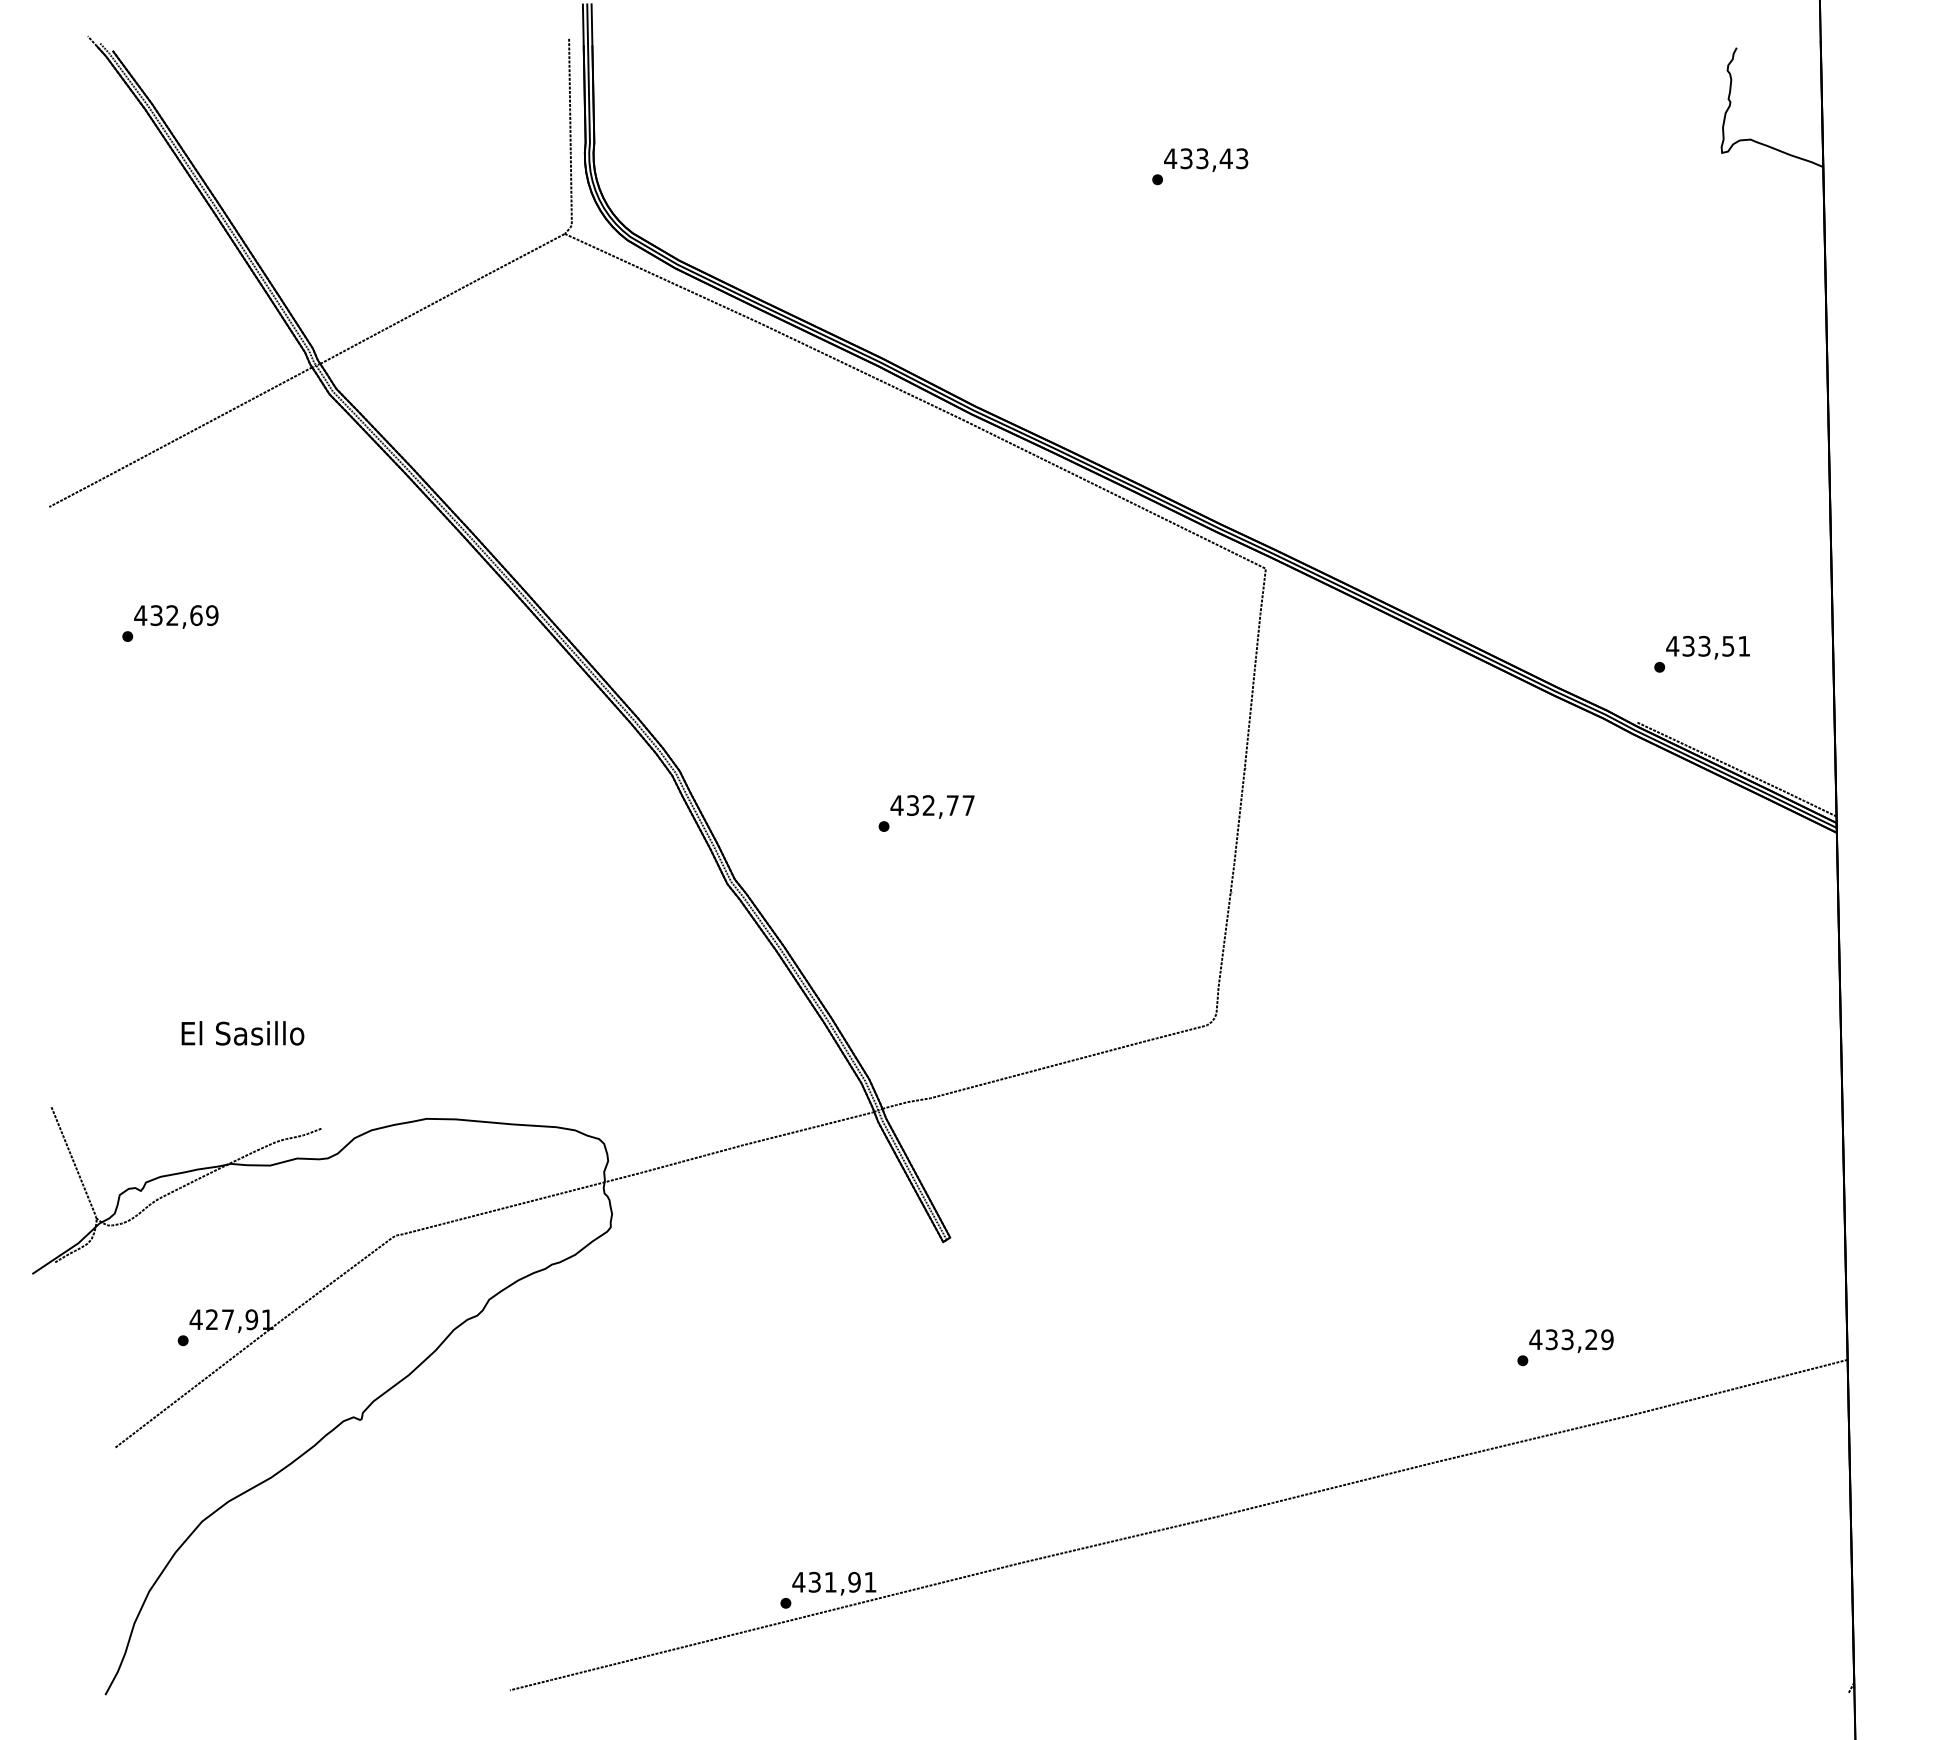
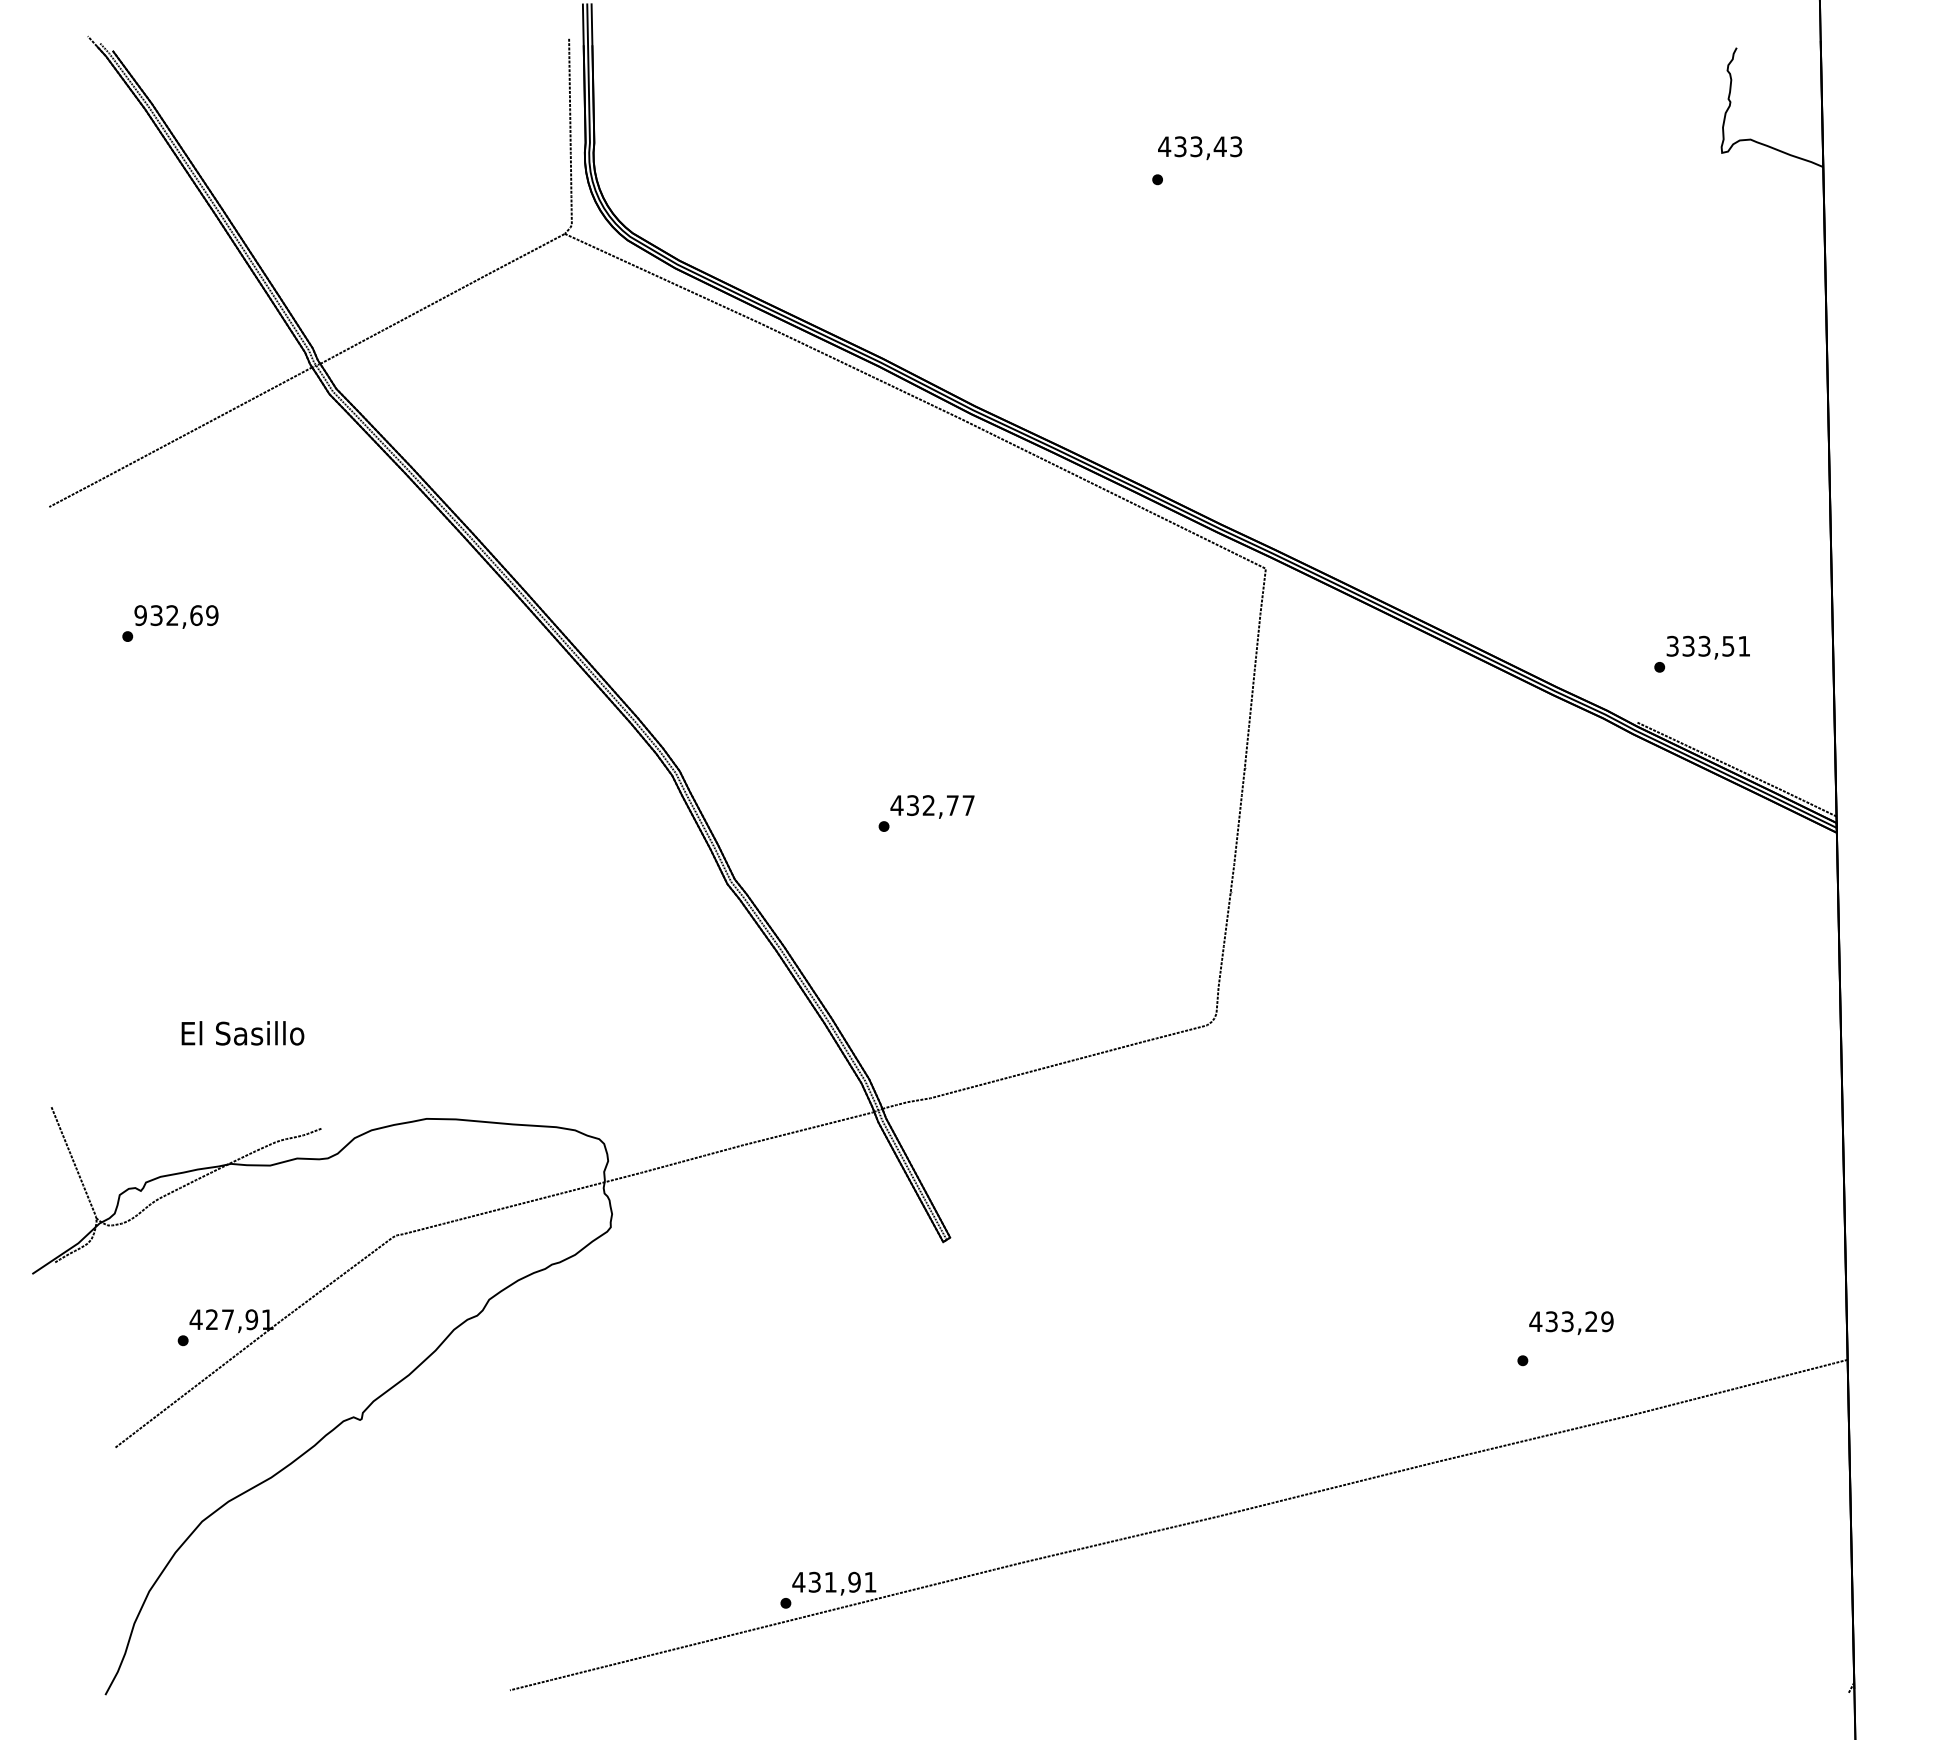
text at (1206, 160) position: (1206, 160) -> (1200, 148)
text at (140, 615): 432,69 -> 932,69
text at (1672, 645): 433,51 -> 333,51
text at (1571, 1341) position: (1571, 1341) -> (1571, 1323)
